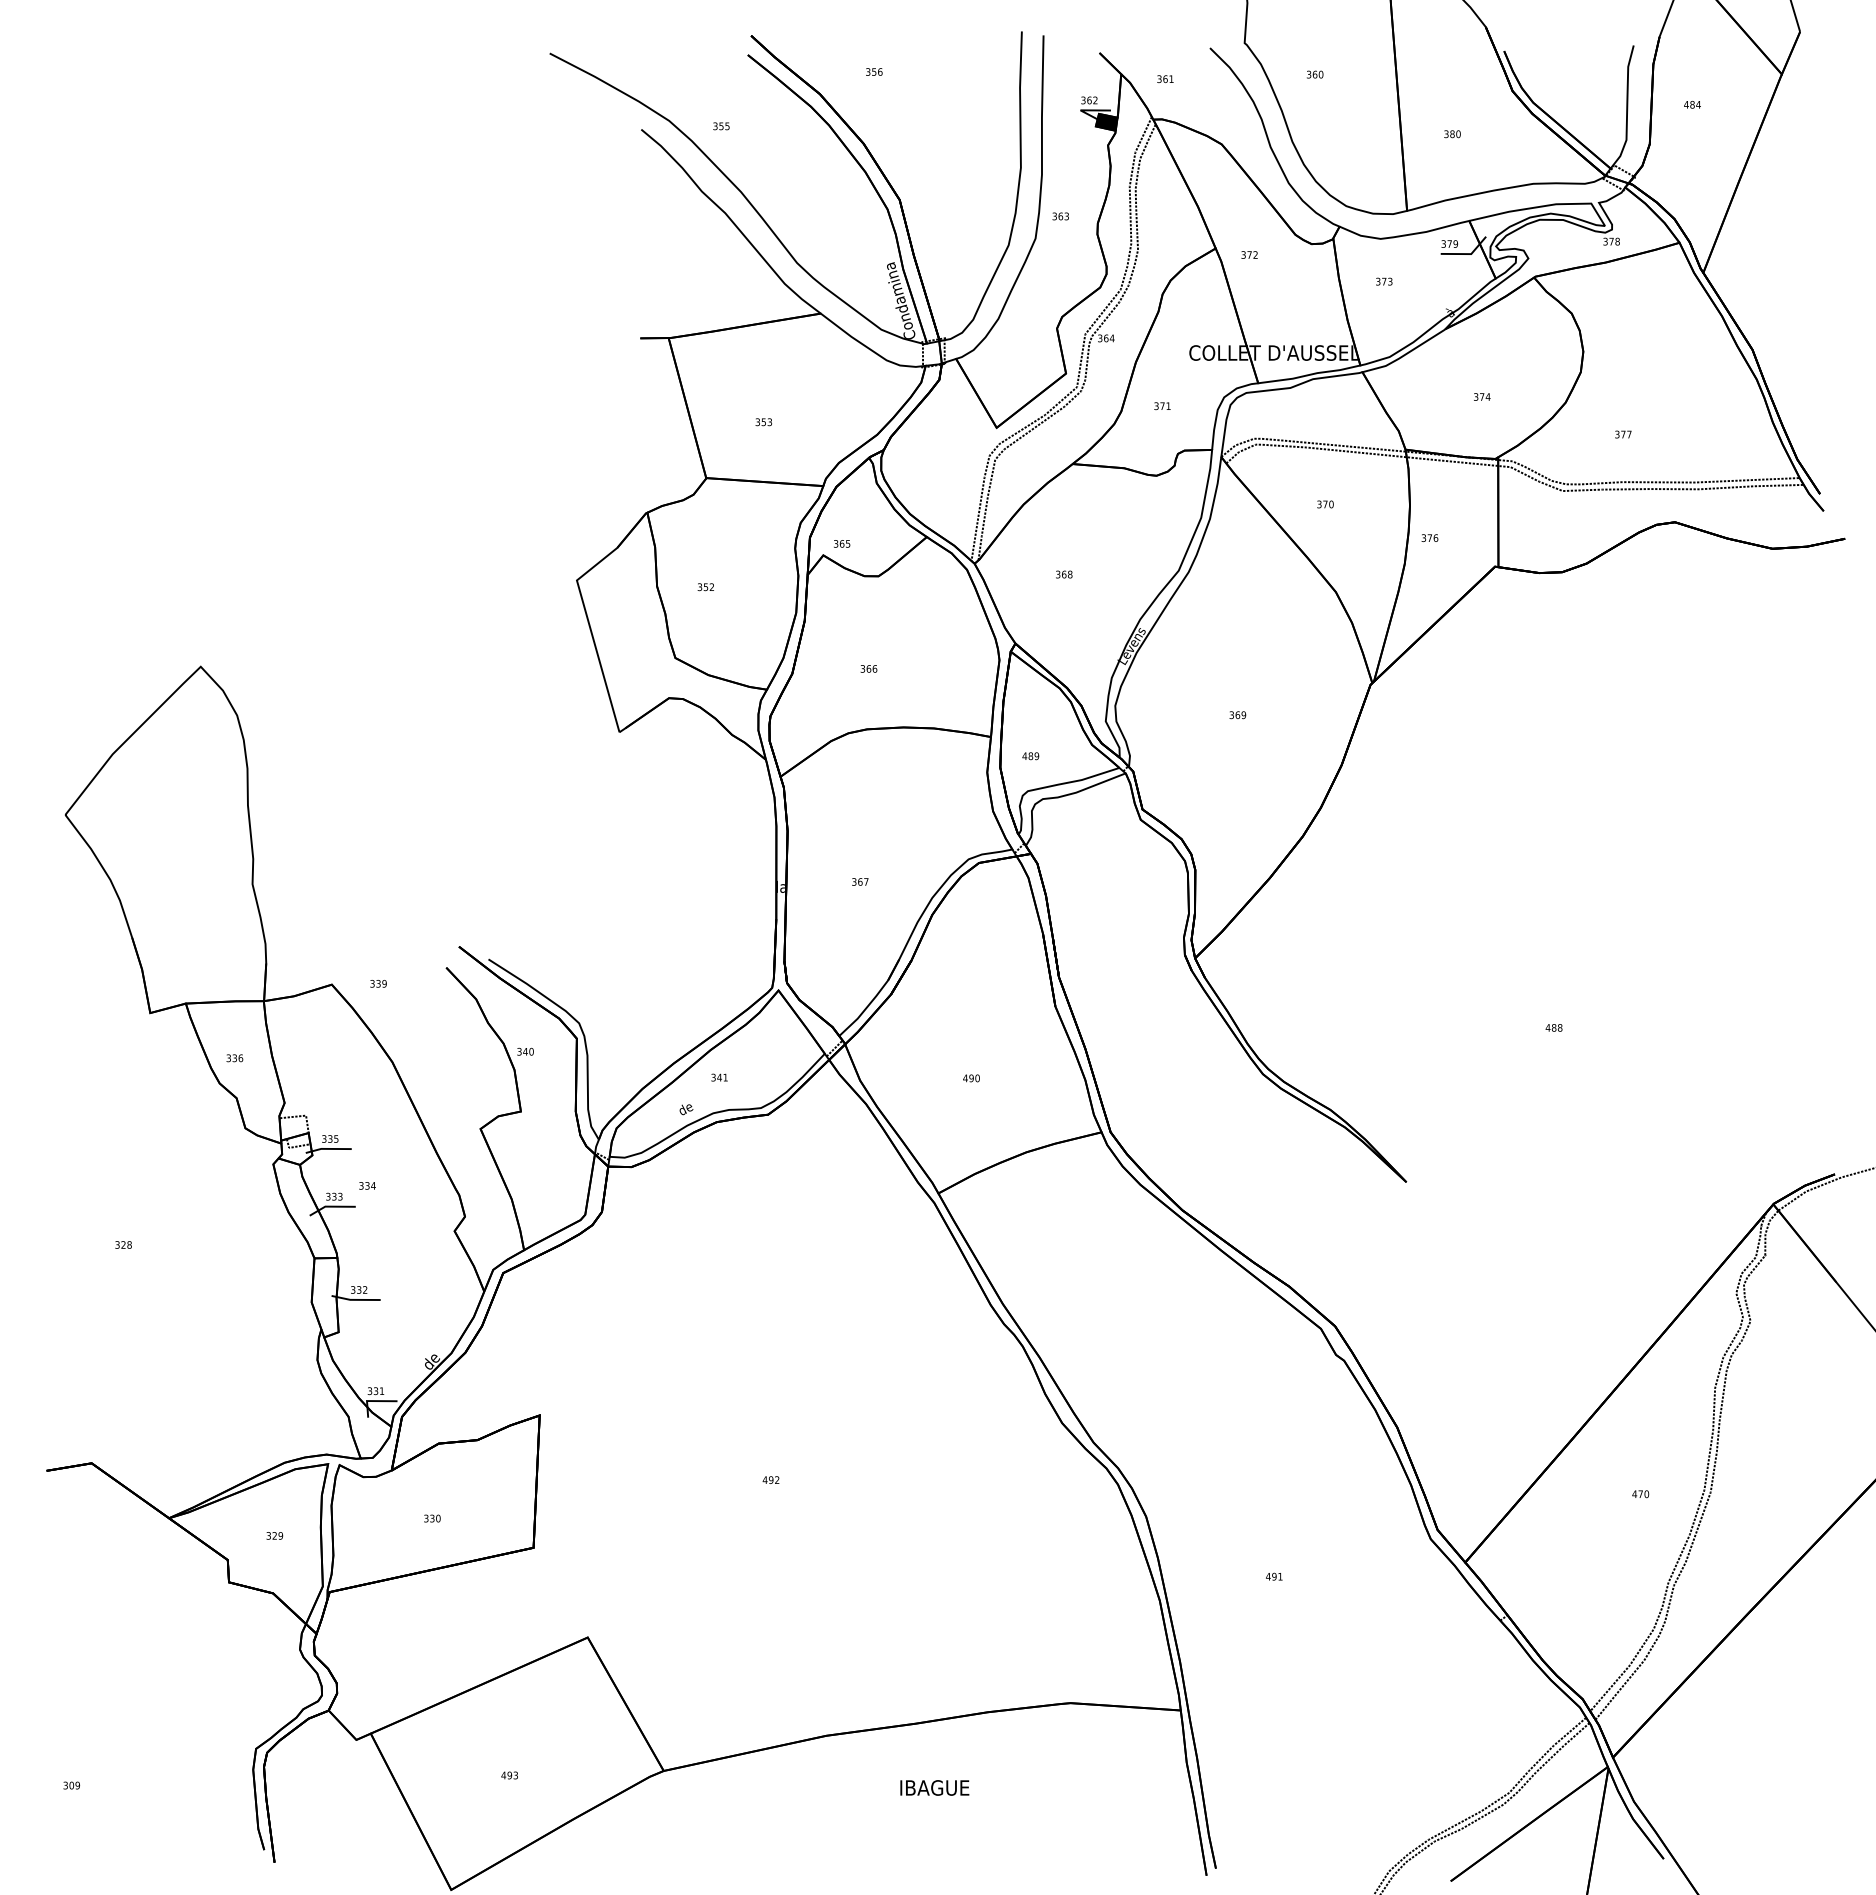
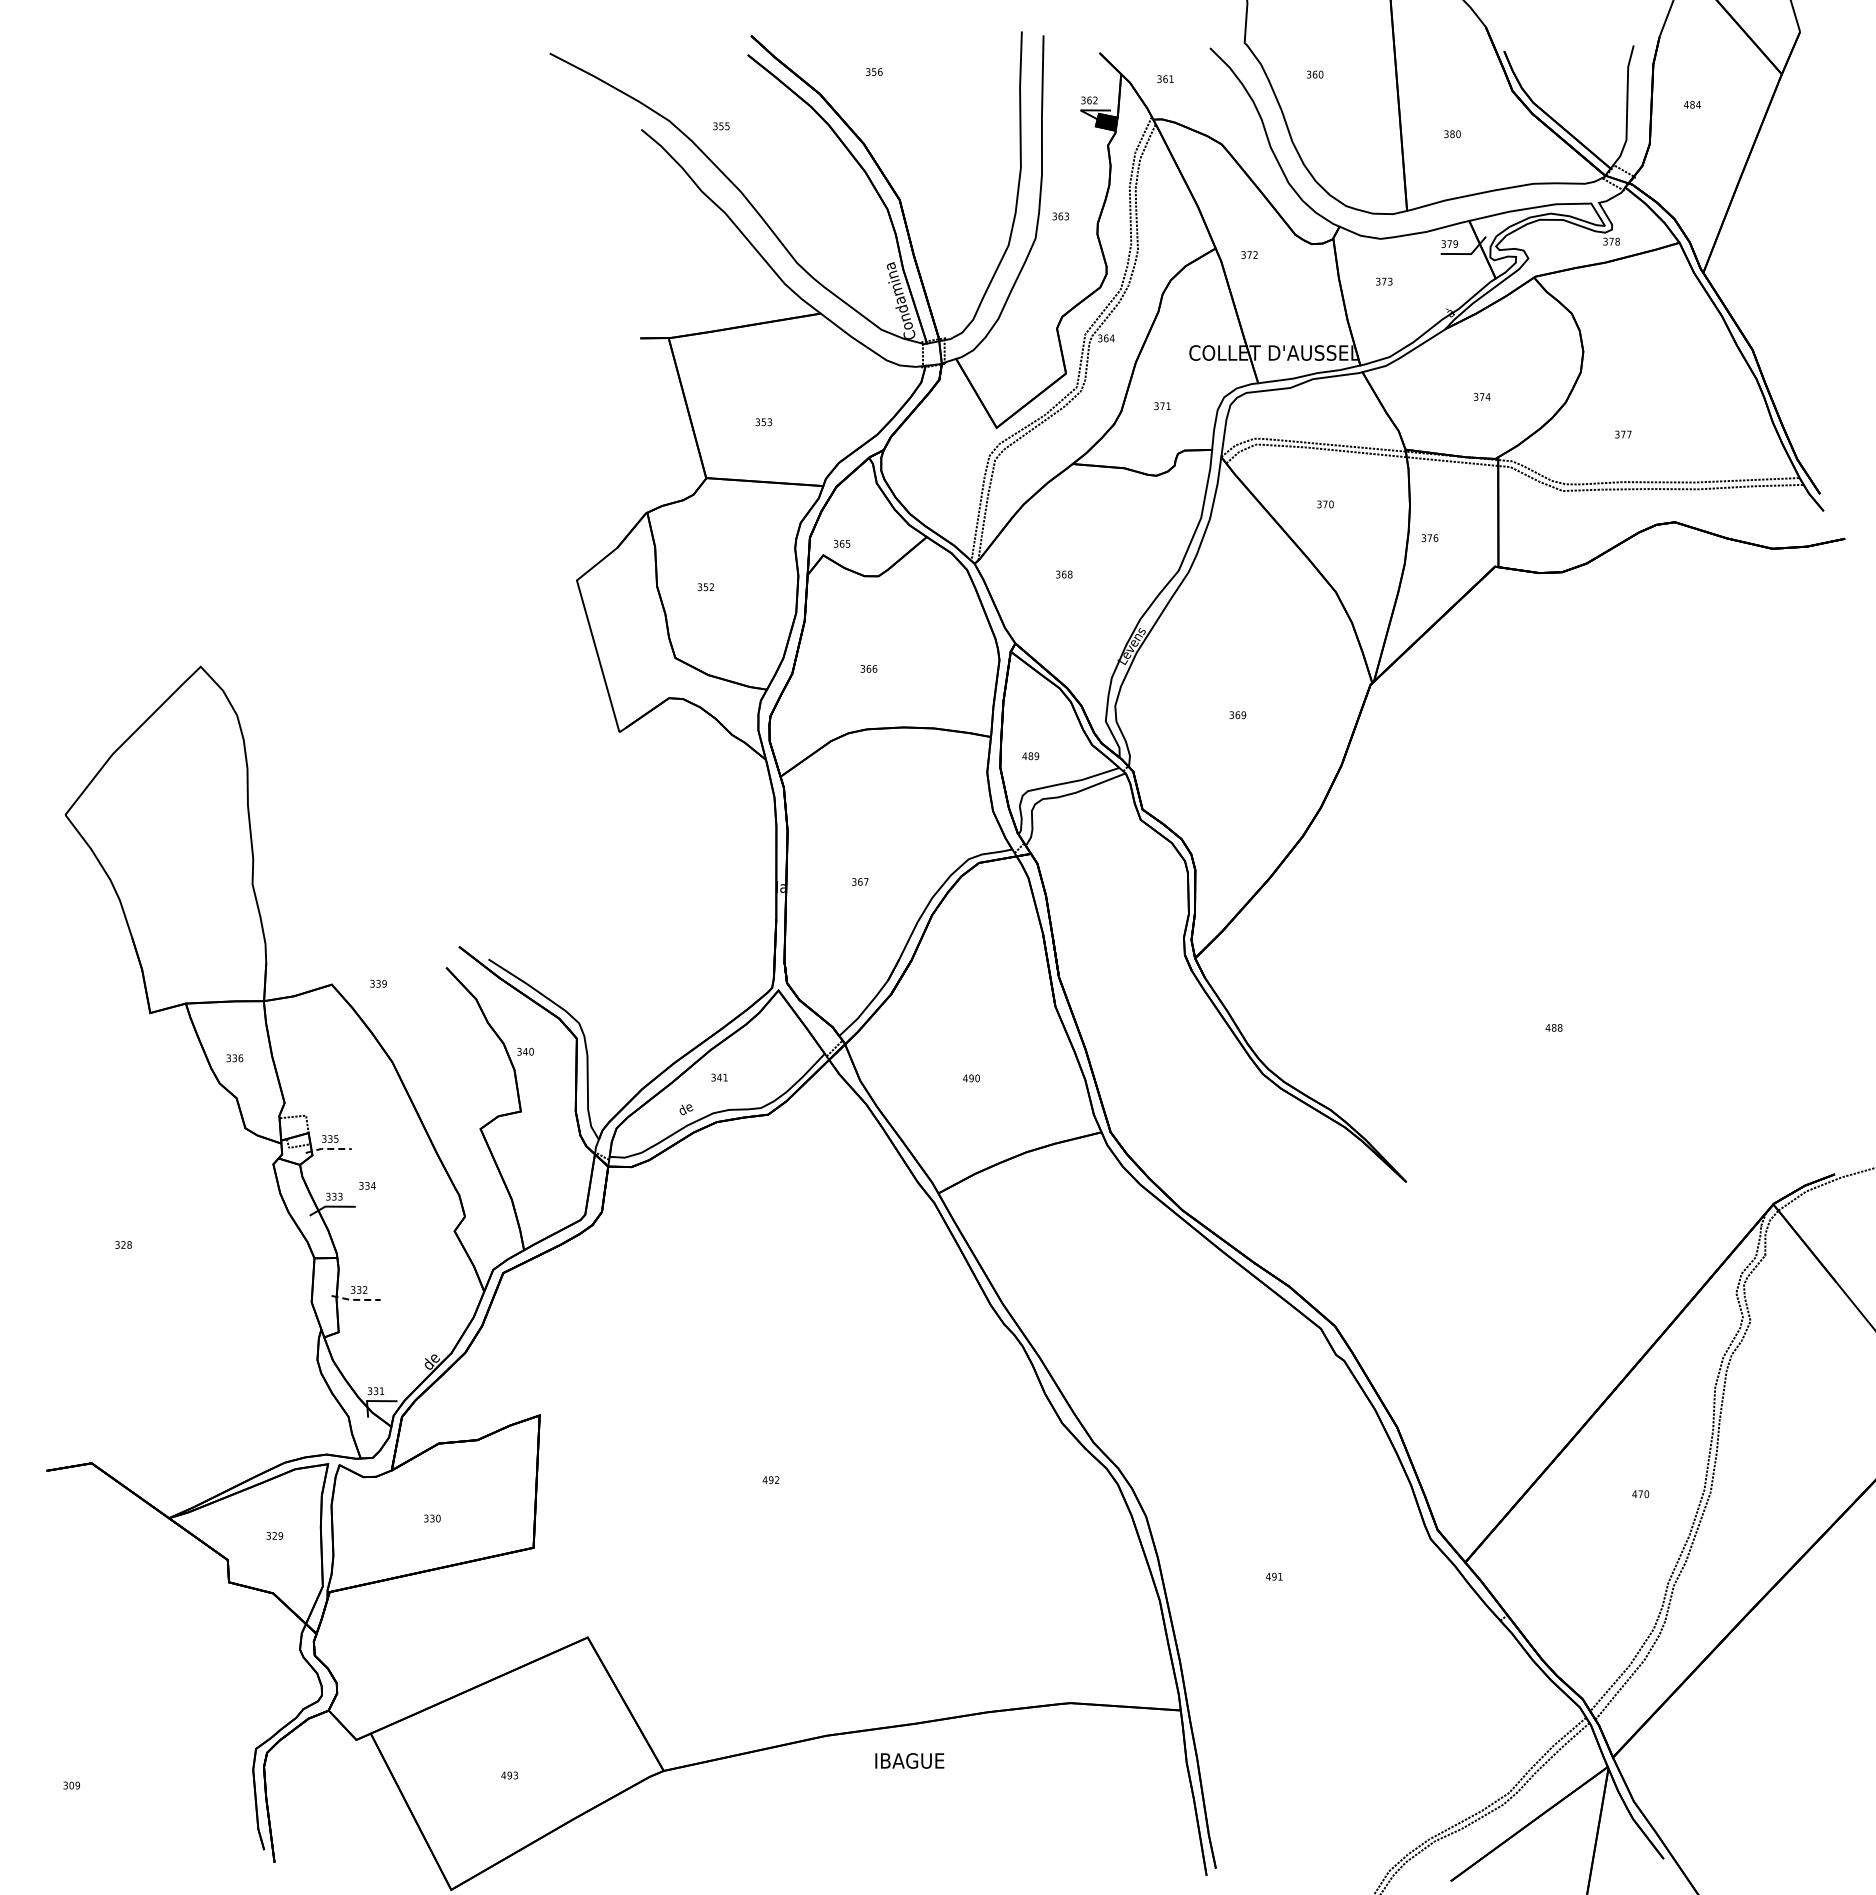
line at (328, 1148): solid -> dashed
line at (355, 1299): solid -> dashed
text at (934, 1787) position: (934, 1787) -> (909, 1760)
